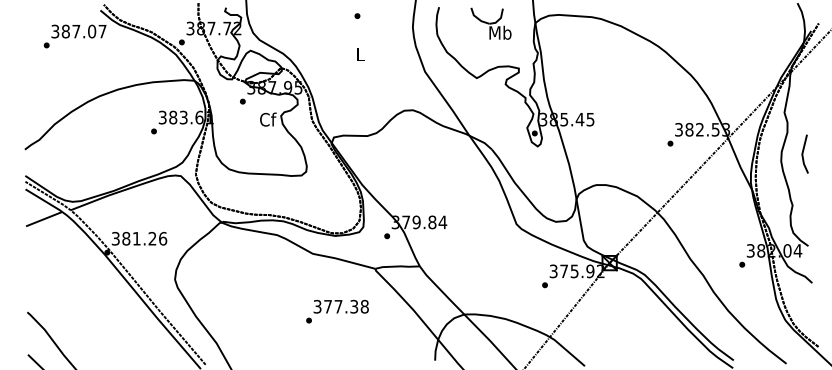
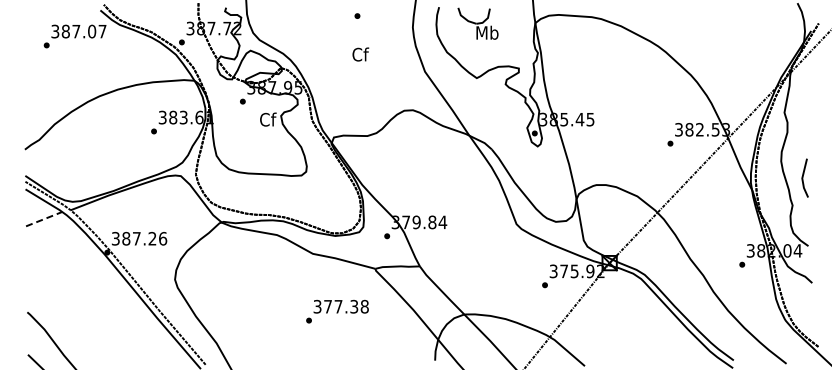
part at (490, 23) position: (490, 23) -> (477, 23)
text at (360, 54): L -> Cf
line at (803, 153) position: (803, 153) -> (803, 177)
line at (44, 219): solid -> dashed
text at (136, 238): 381.26 -> 387.26
